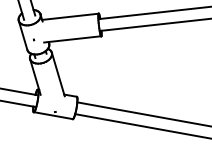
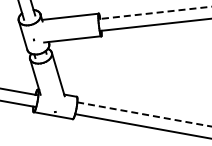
line at (154, 12): solid -> dashed
line at (144, 114): solid -> dashed
